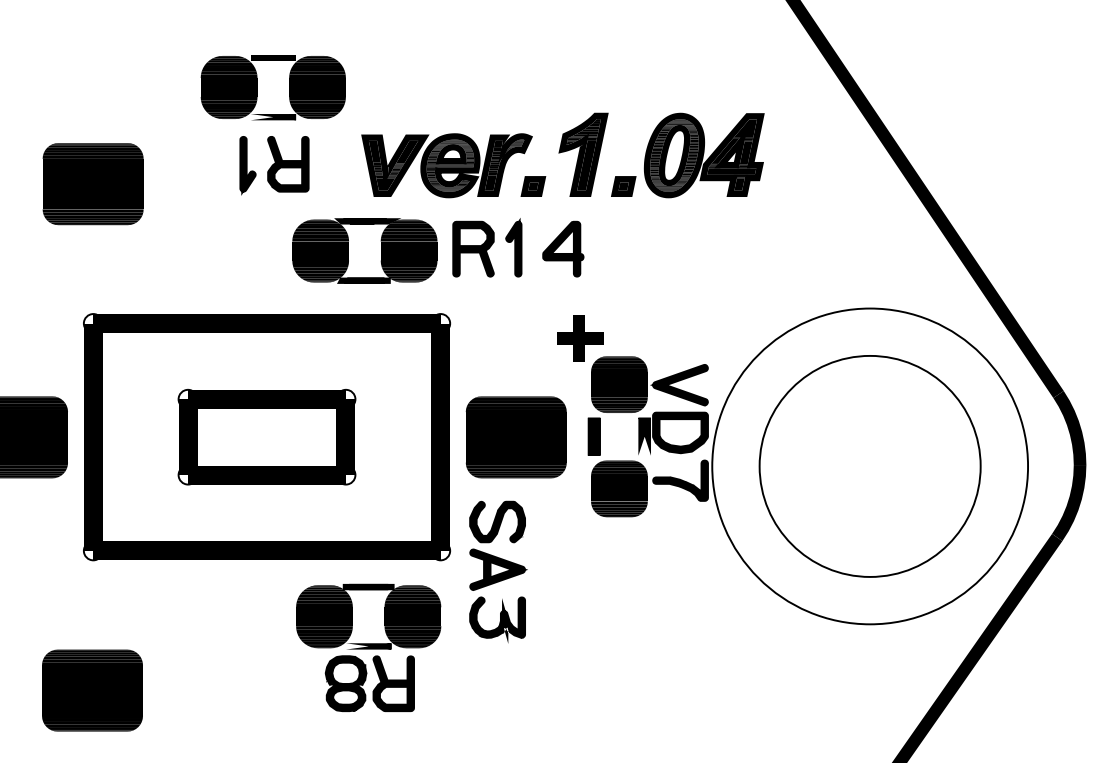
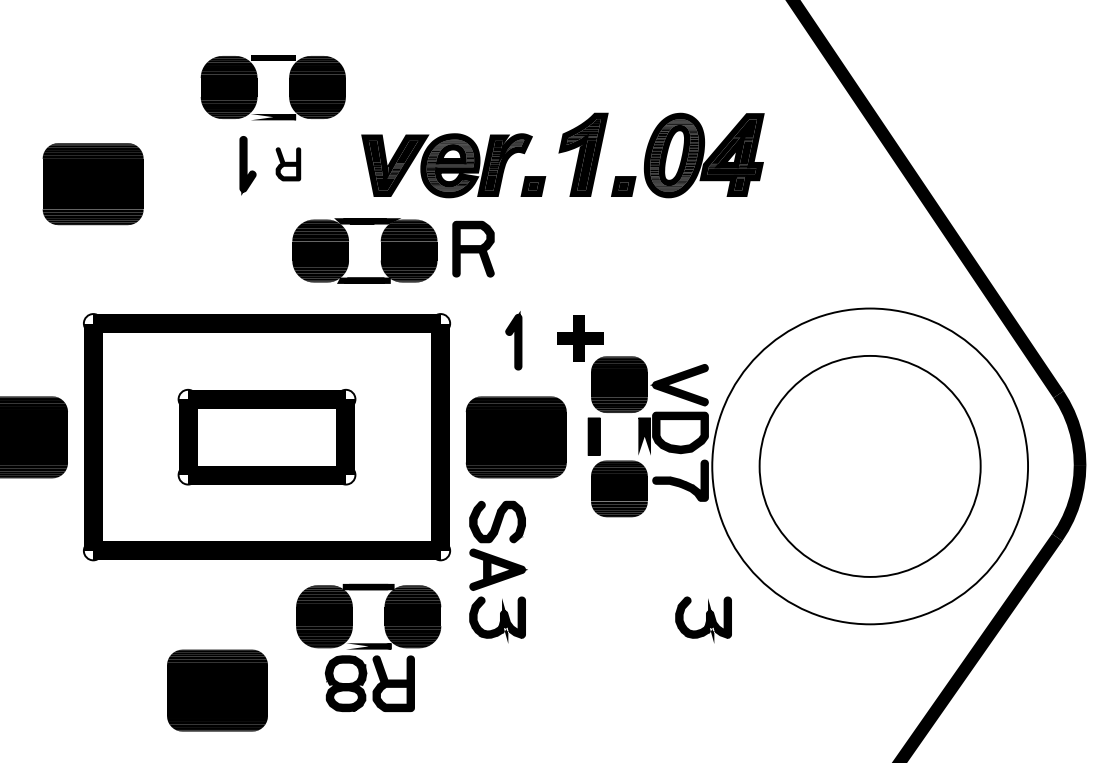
part at (288, 164) size: 43x57 px -> 27x35 px
part at (513, 247) position: (513, 247) -> (513, 340)
part at (563, 248): present -> none
part at (703, 619): none -> present
part at (92, 690) position: (92, 690) -> (217, 690)
